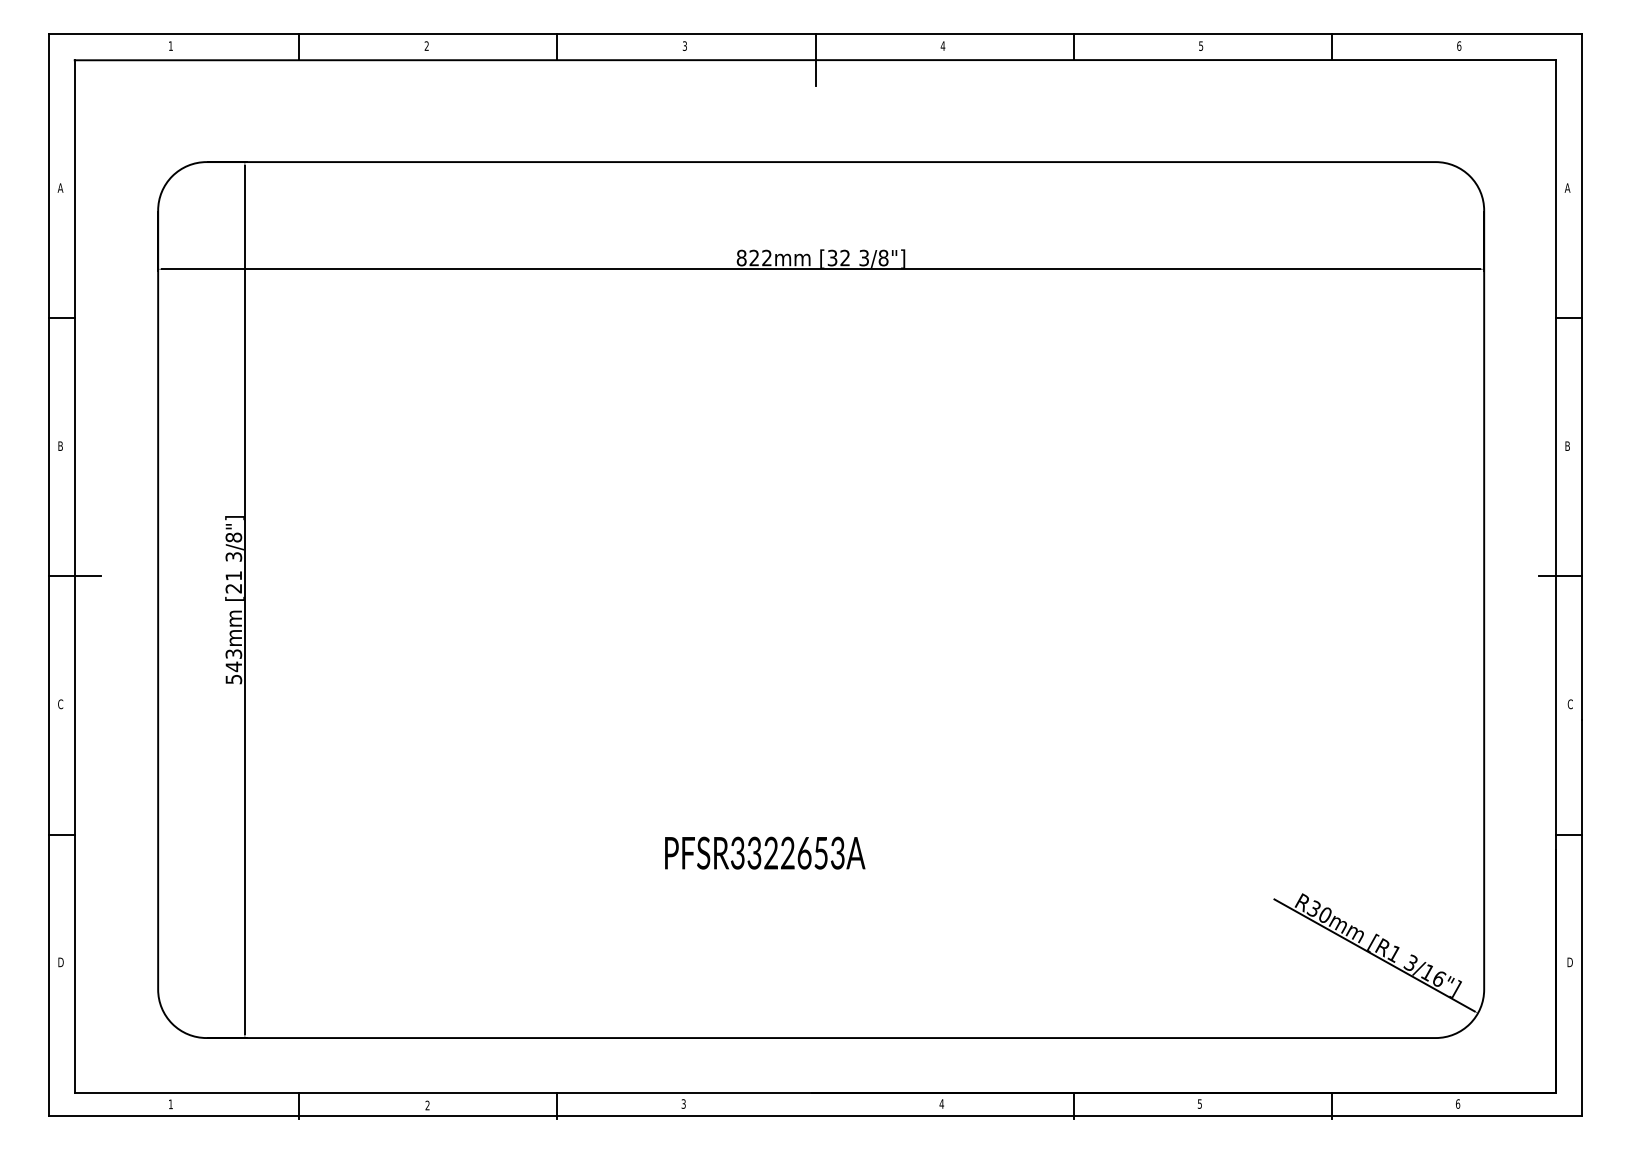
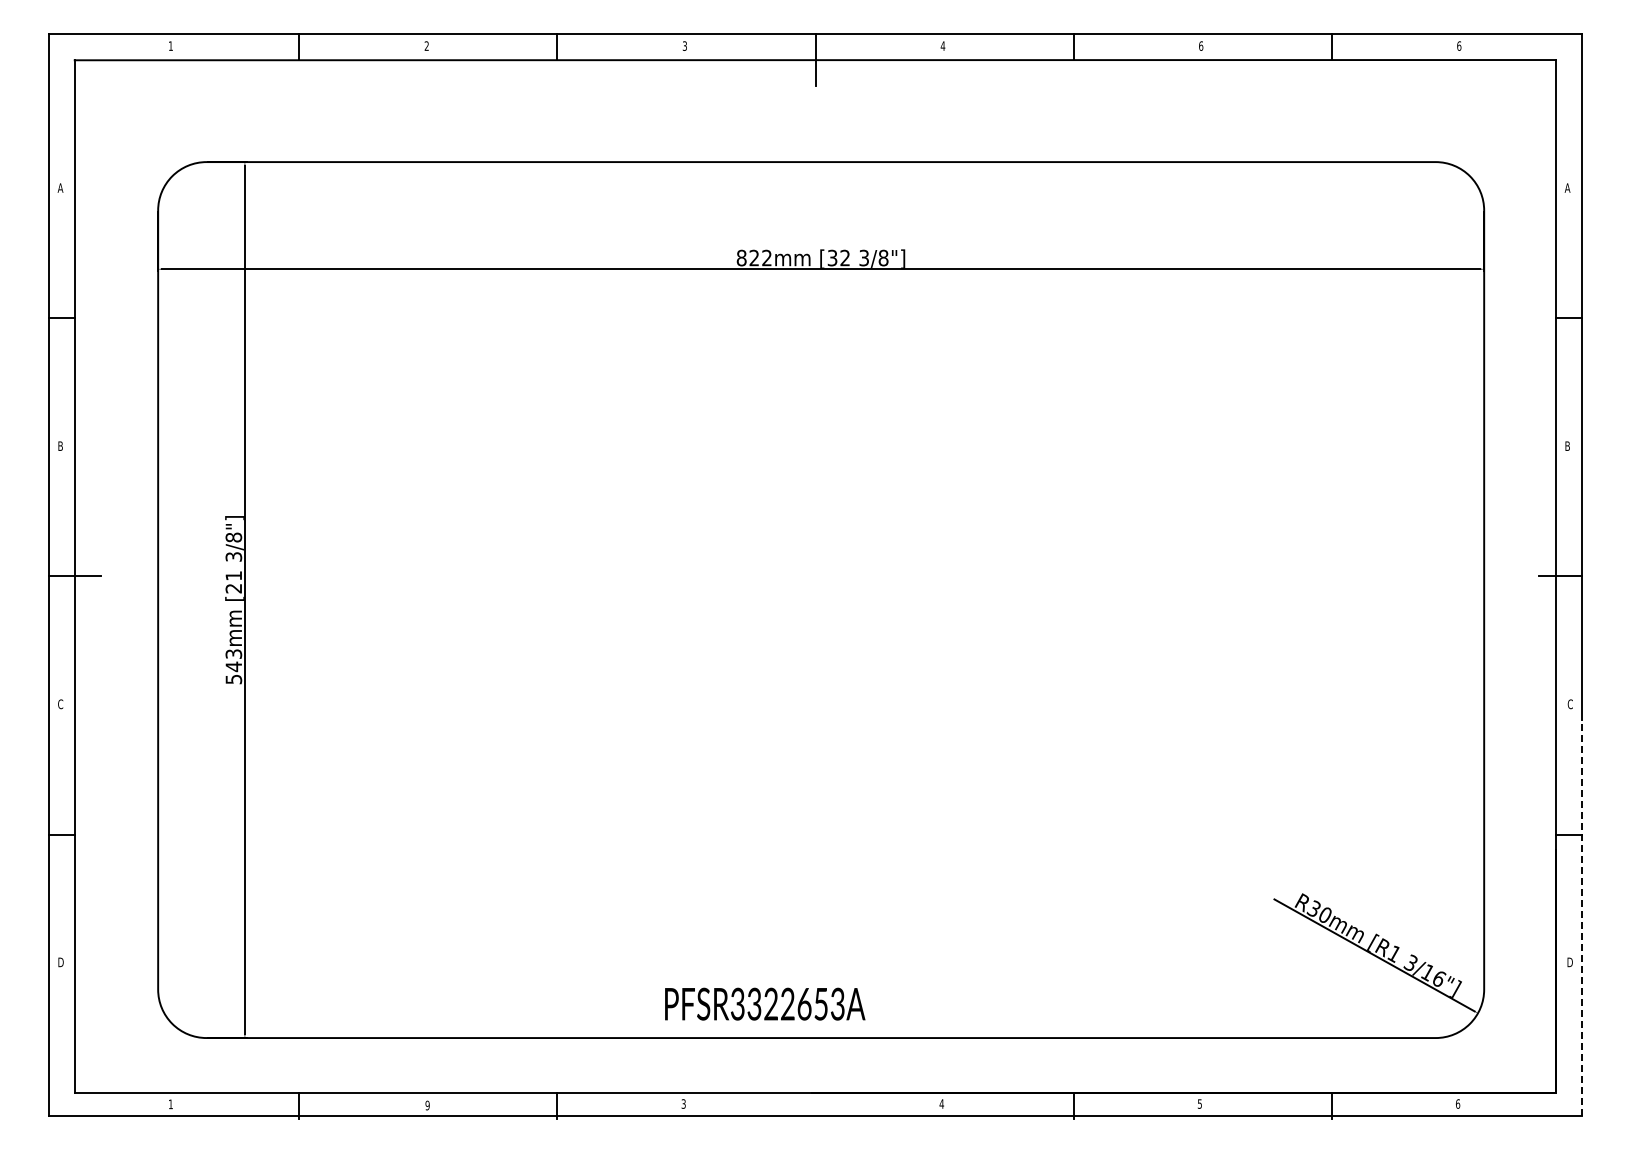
text at (1201, 45): 5 -> 6
text at (765, 852) position: (765, 852) -> (765, 1003)
line at (1581, 917): solid -> dashed
text at (427, 1105): 2 -> 9
